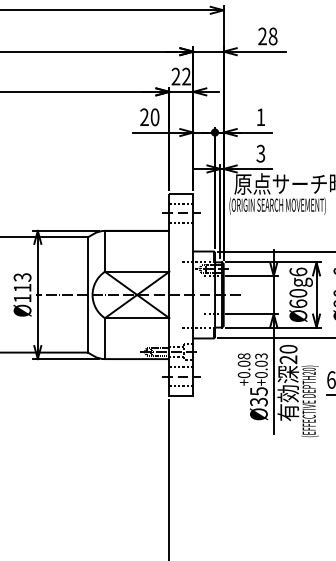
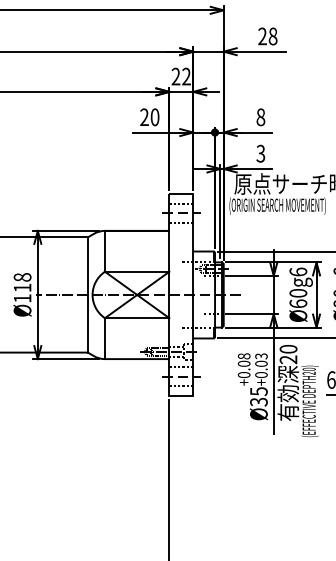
text at (260, 117): 1 -> 8
text at (22, 277): Ø113 -> Ø118
